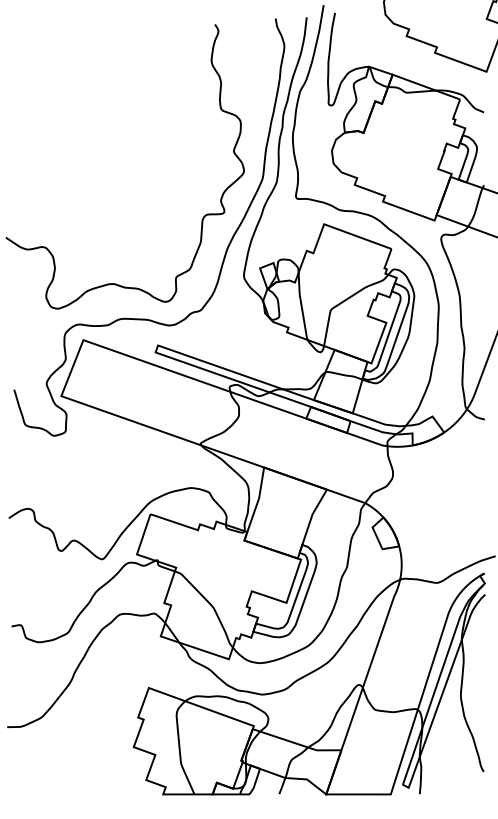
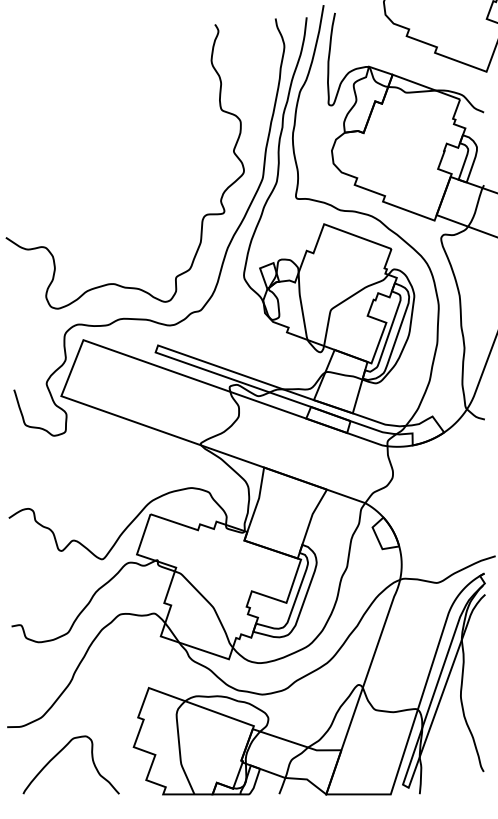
curve at (59, 753): none -> present
